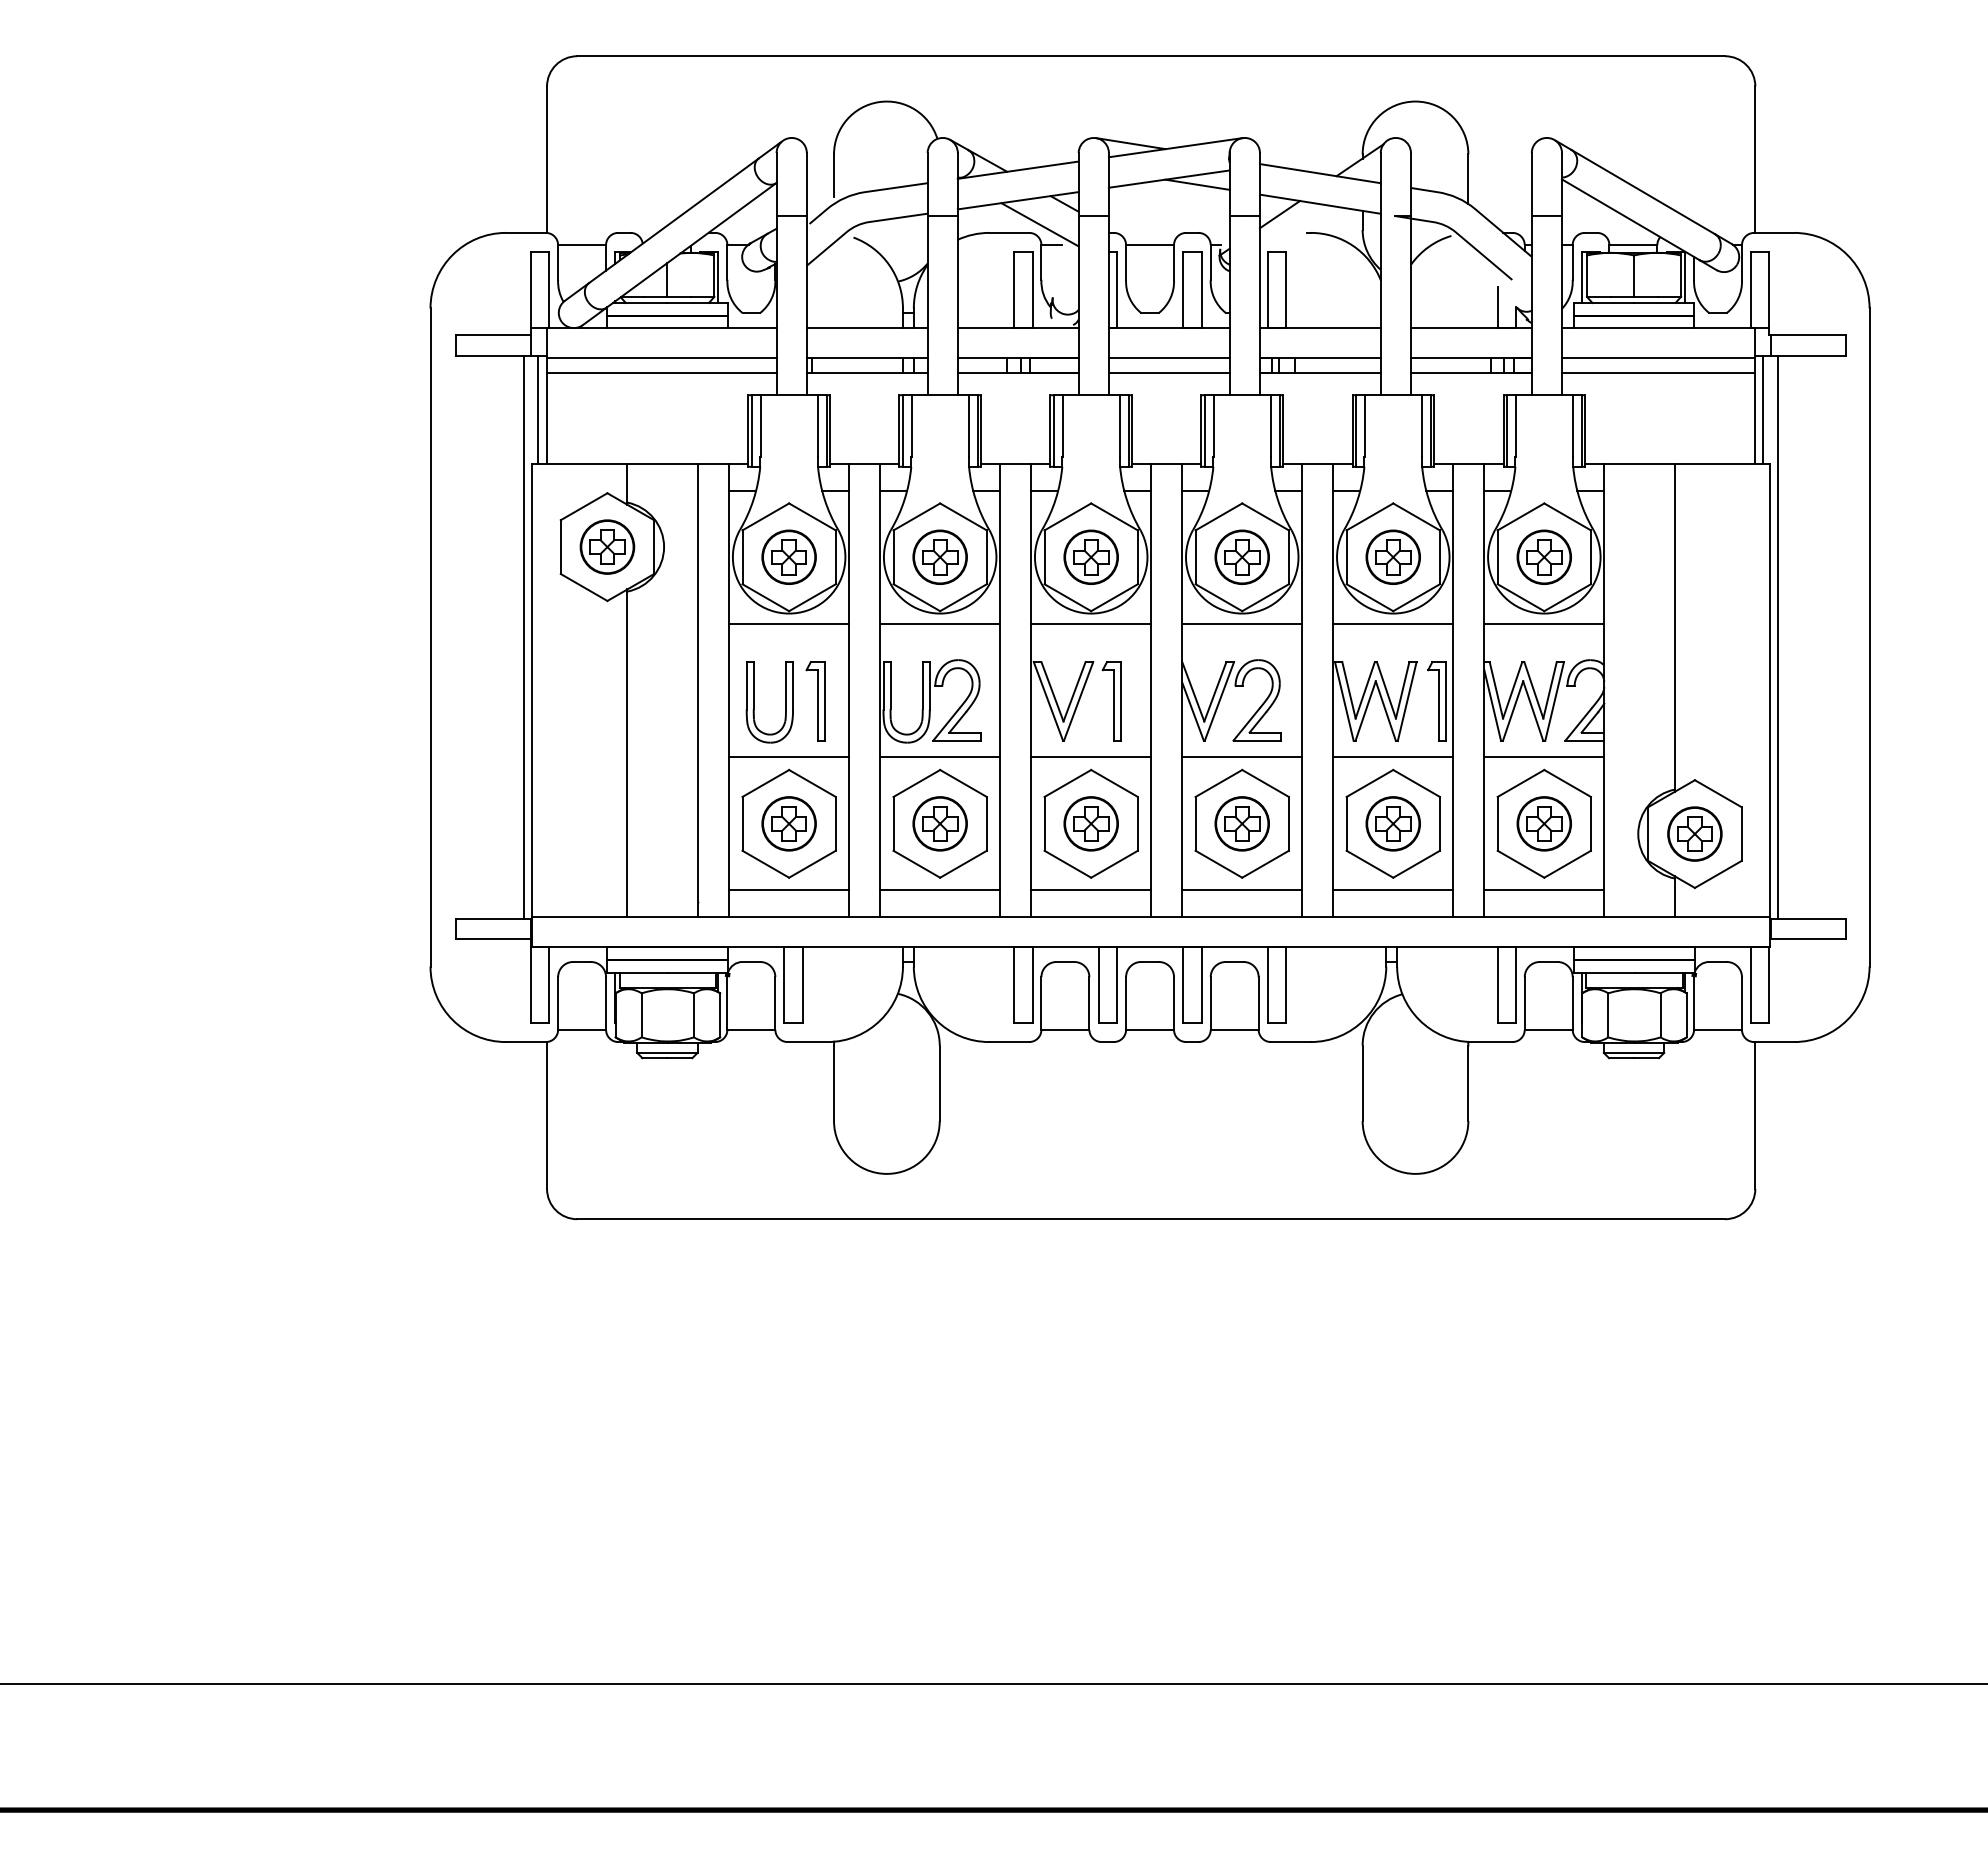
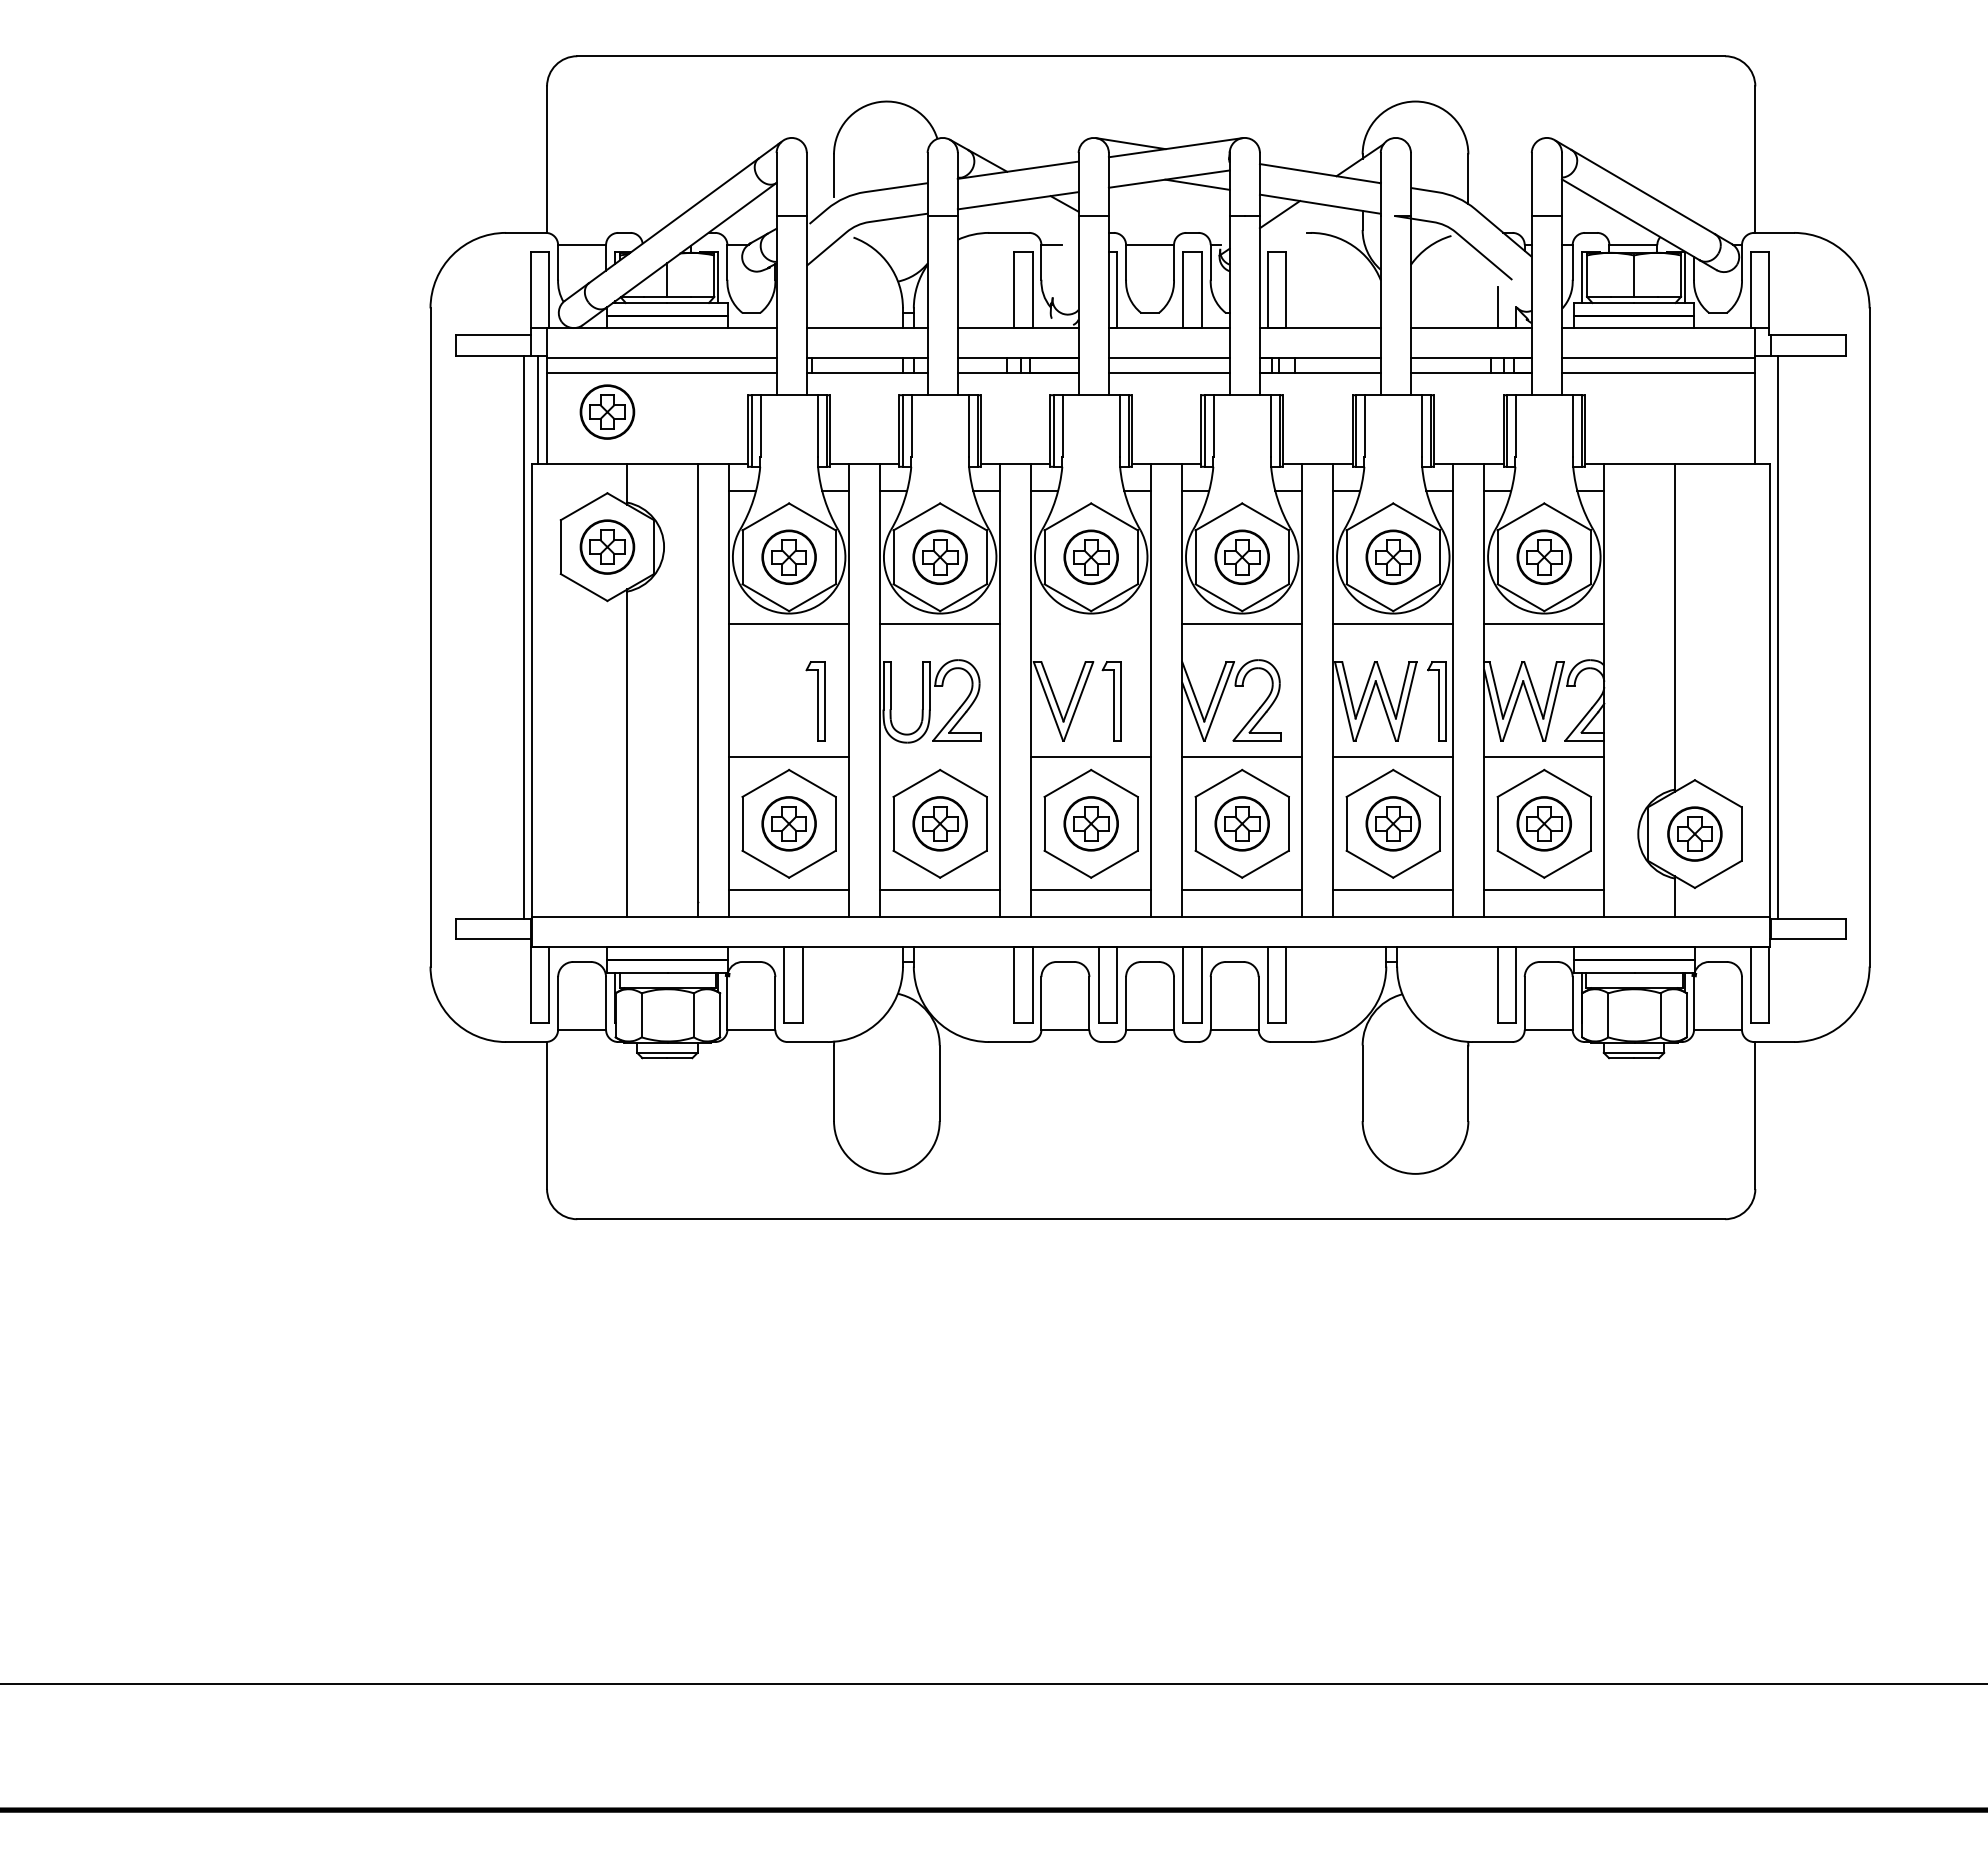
line at (1039, 224): present -> none
line at (1762, 410): present -> none
part at (607, 411): none -> present
line at (1091, 623): present -> none
part at (754, 702): present -> none
line at (940, 757): present -> none
